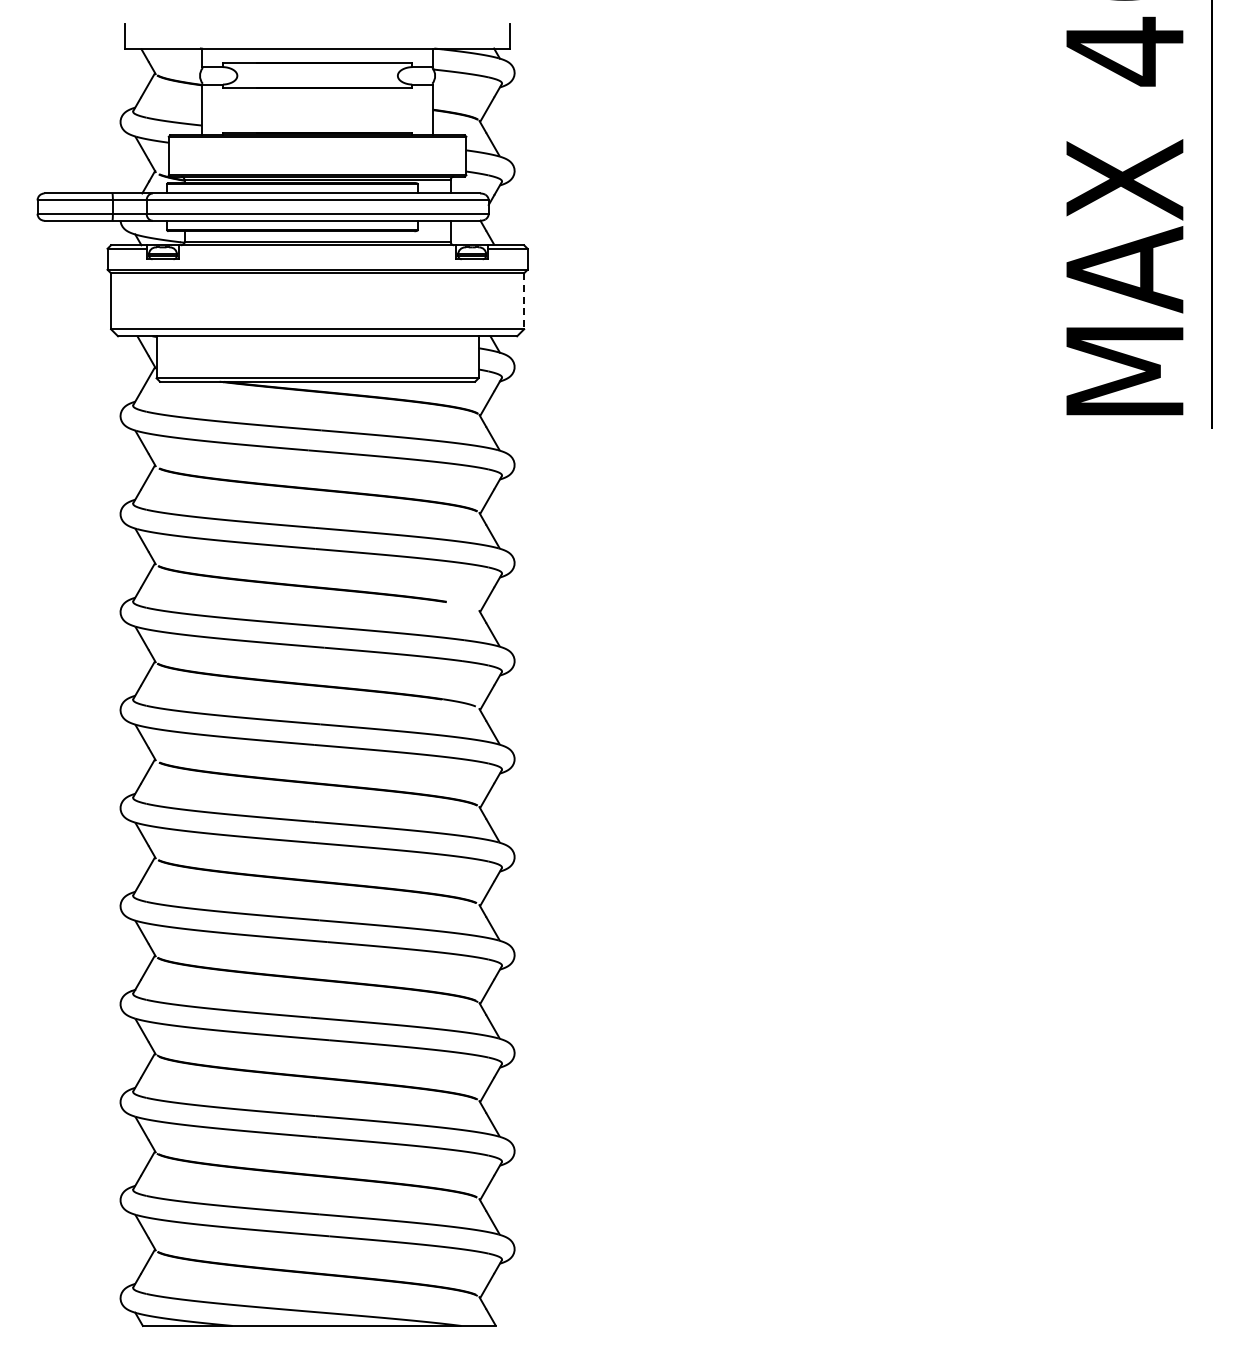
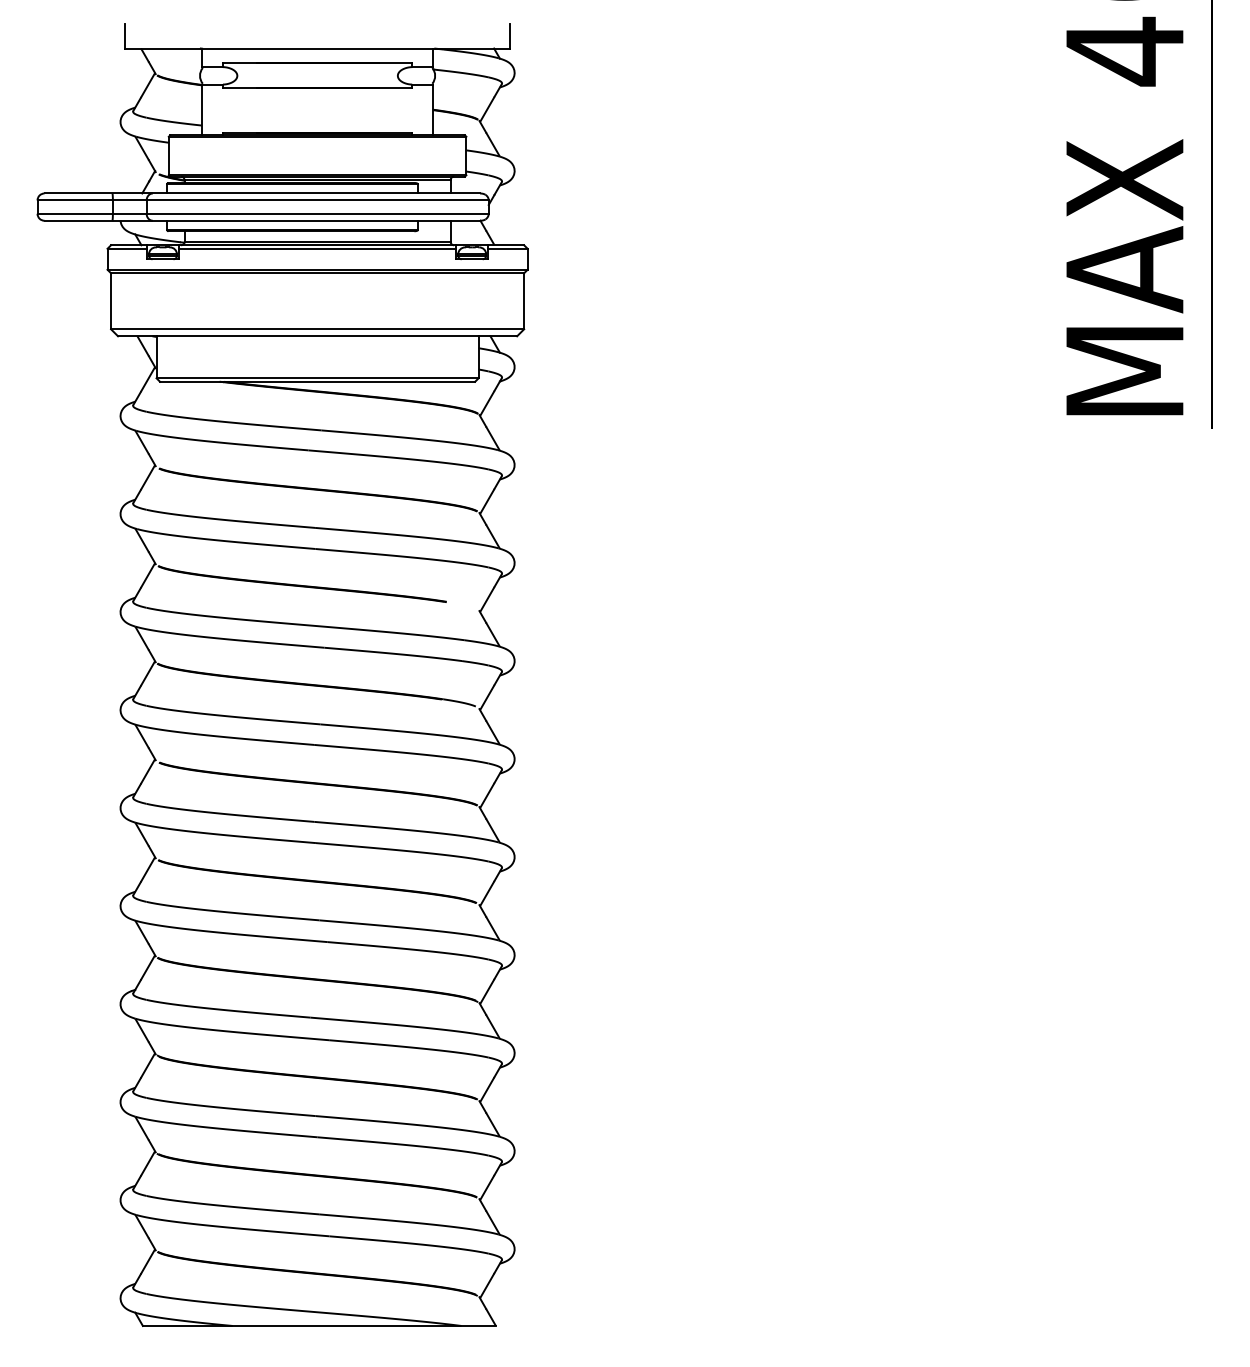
line at (317, 248): none -> present
line at (524, 301): dashed -> solid
